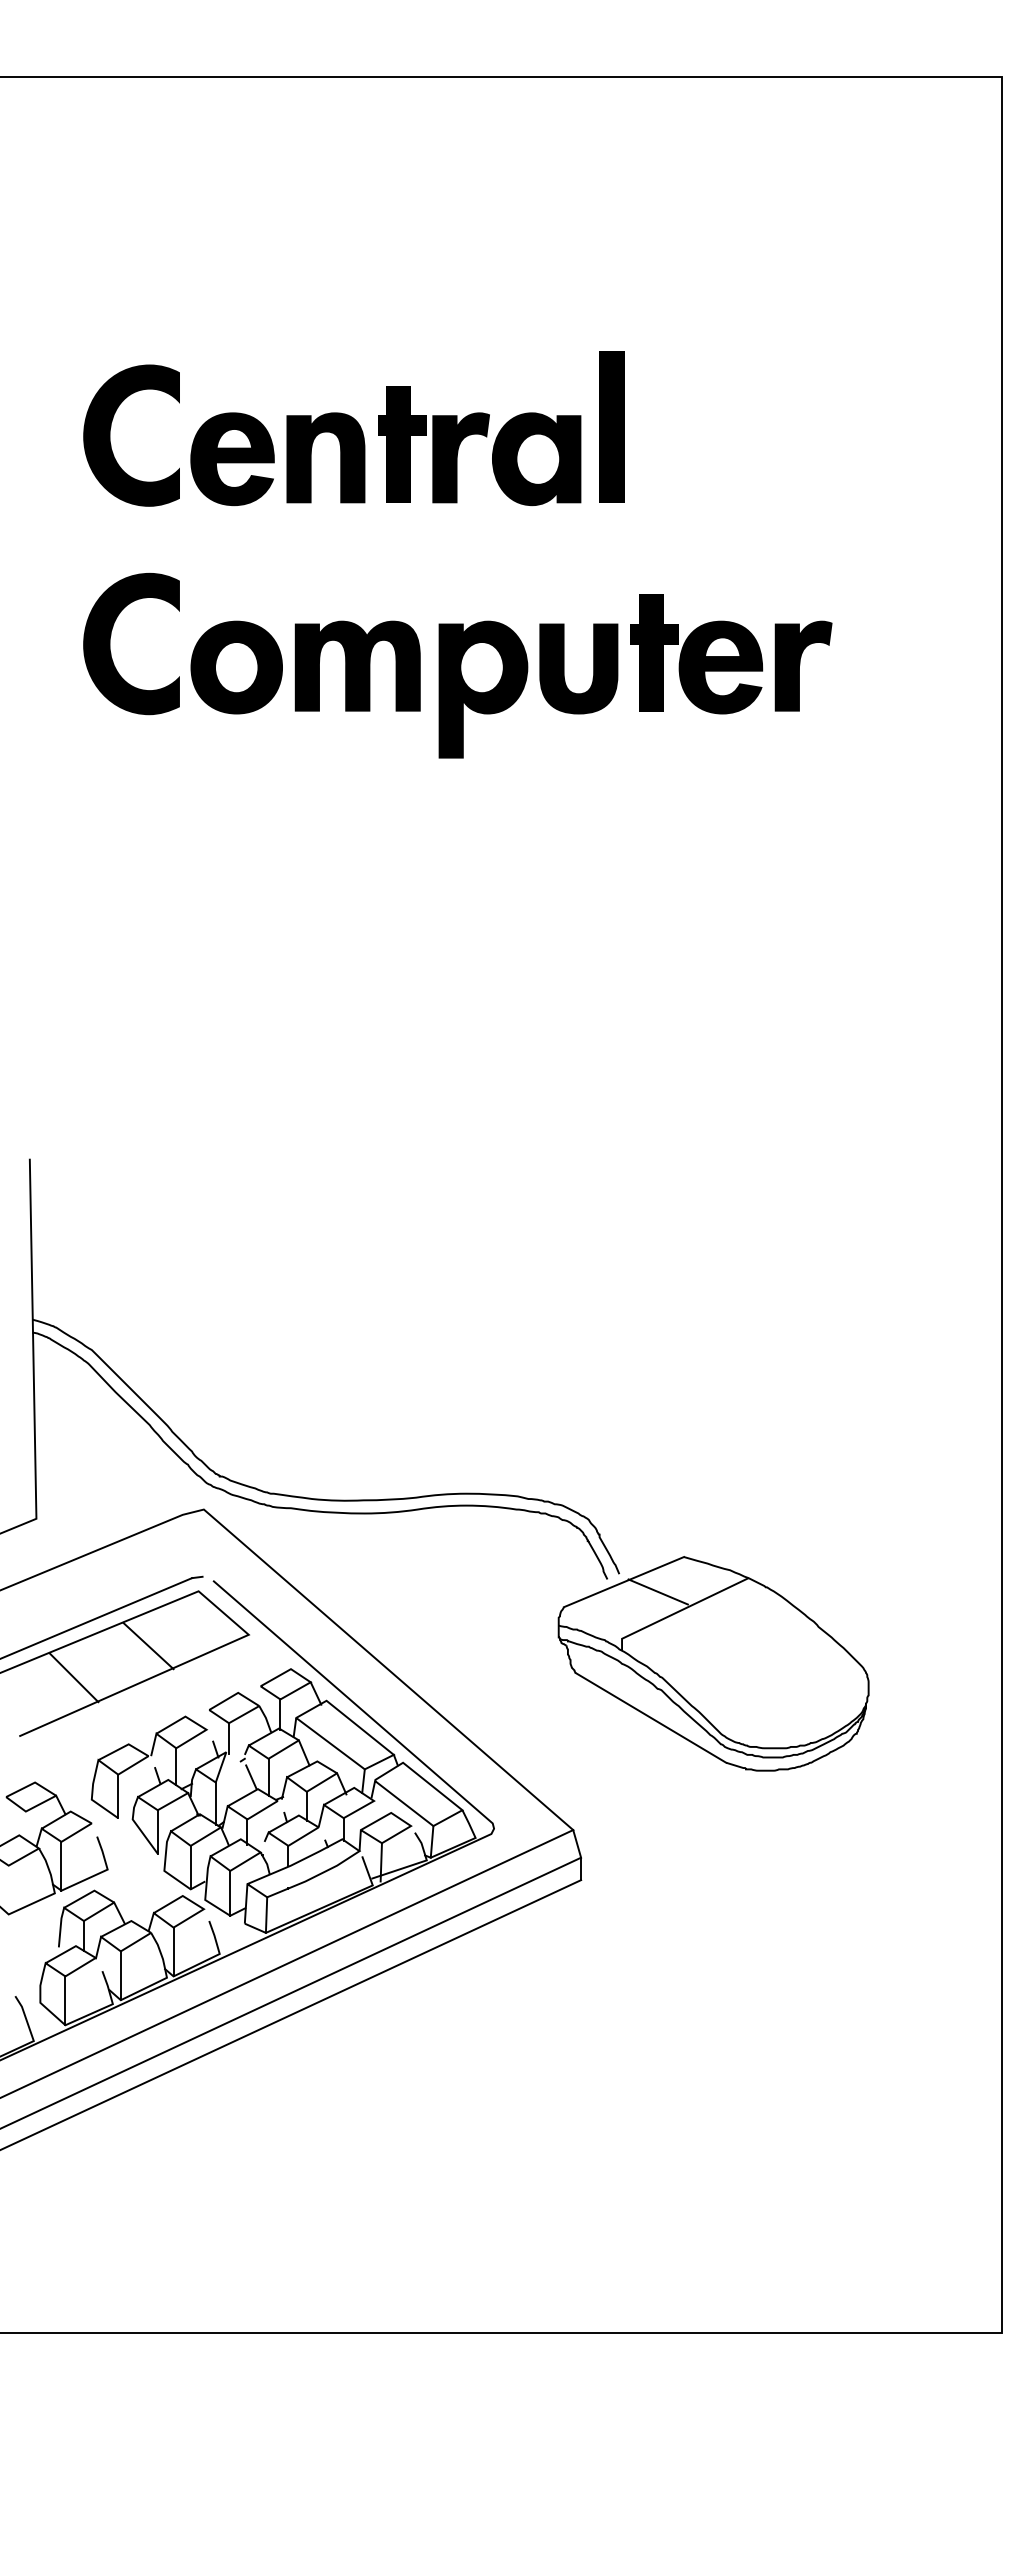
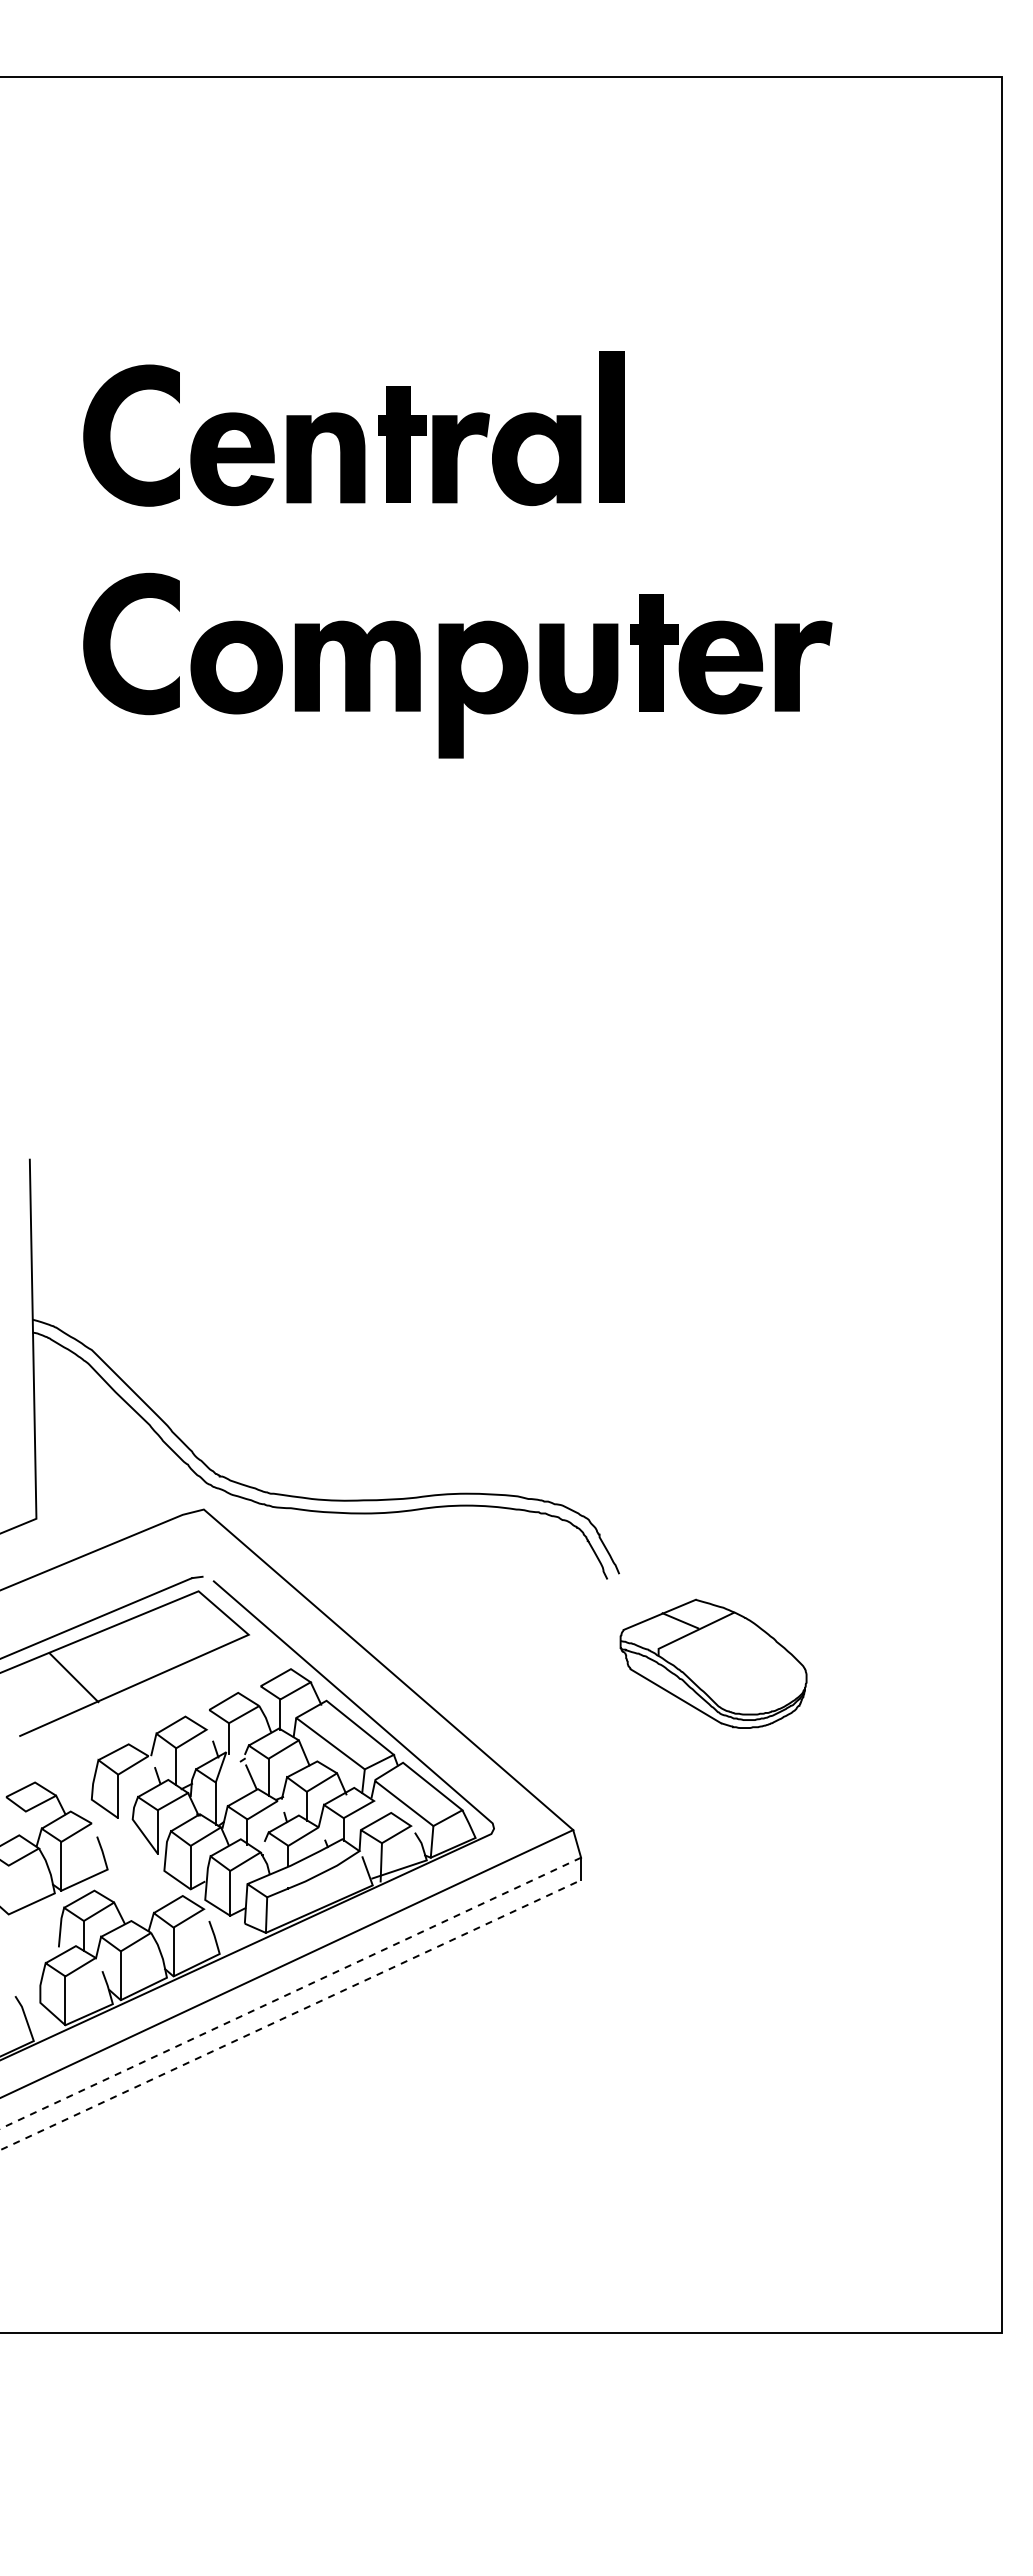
line at (148, 1646): present -> none
part at (713, 1663) size: 313x216 px -> 189x131 px
line at (290, 1993): solid -> dashed
line at (291, 2014): solid -> dashed
